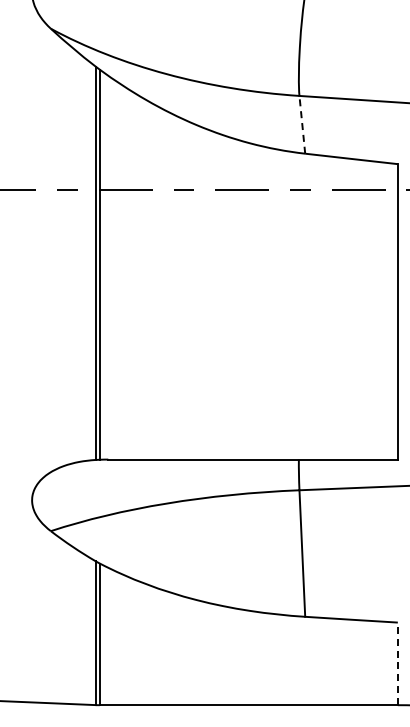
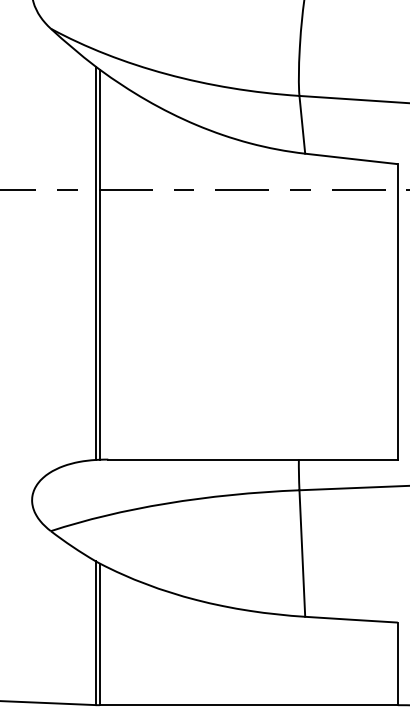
line at (302, 124): dashed -> solid
line at (397, 663): dashed -> solid
